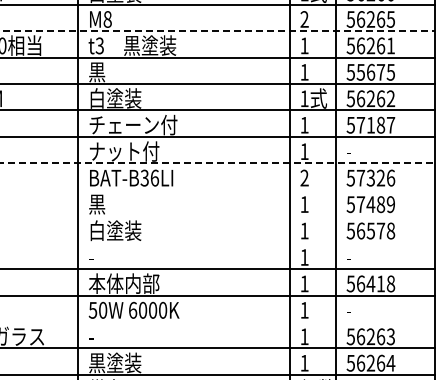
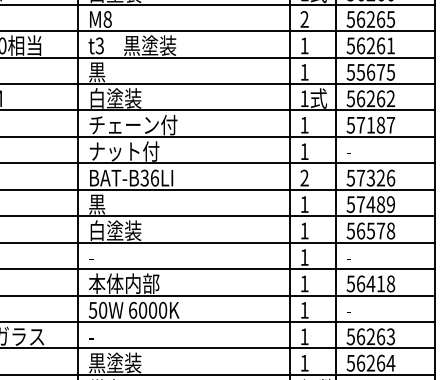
line at (218, 31): dashed -> solid
line at (218, 163): dashed -> solid
line at (218, 189): none -> present
line at (218, 216): none -> present
line at (218, 242): none -> present
line at (218, 321): none -> present
